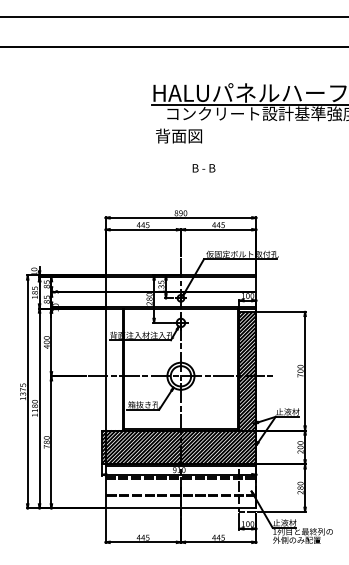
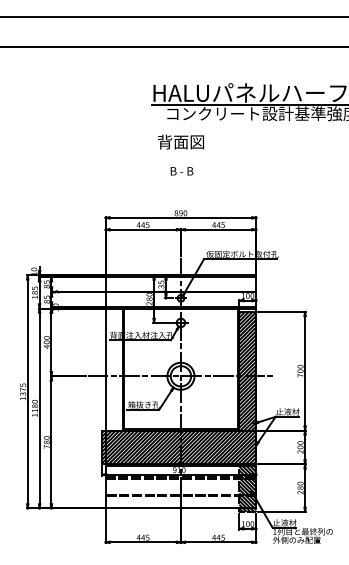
text at (178, 135) position: (178, 135) -> (180, 141)
text at (203, 168) position: (203, 168) -> (181, 171)
hatch at (247, 487): none -> present
